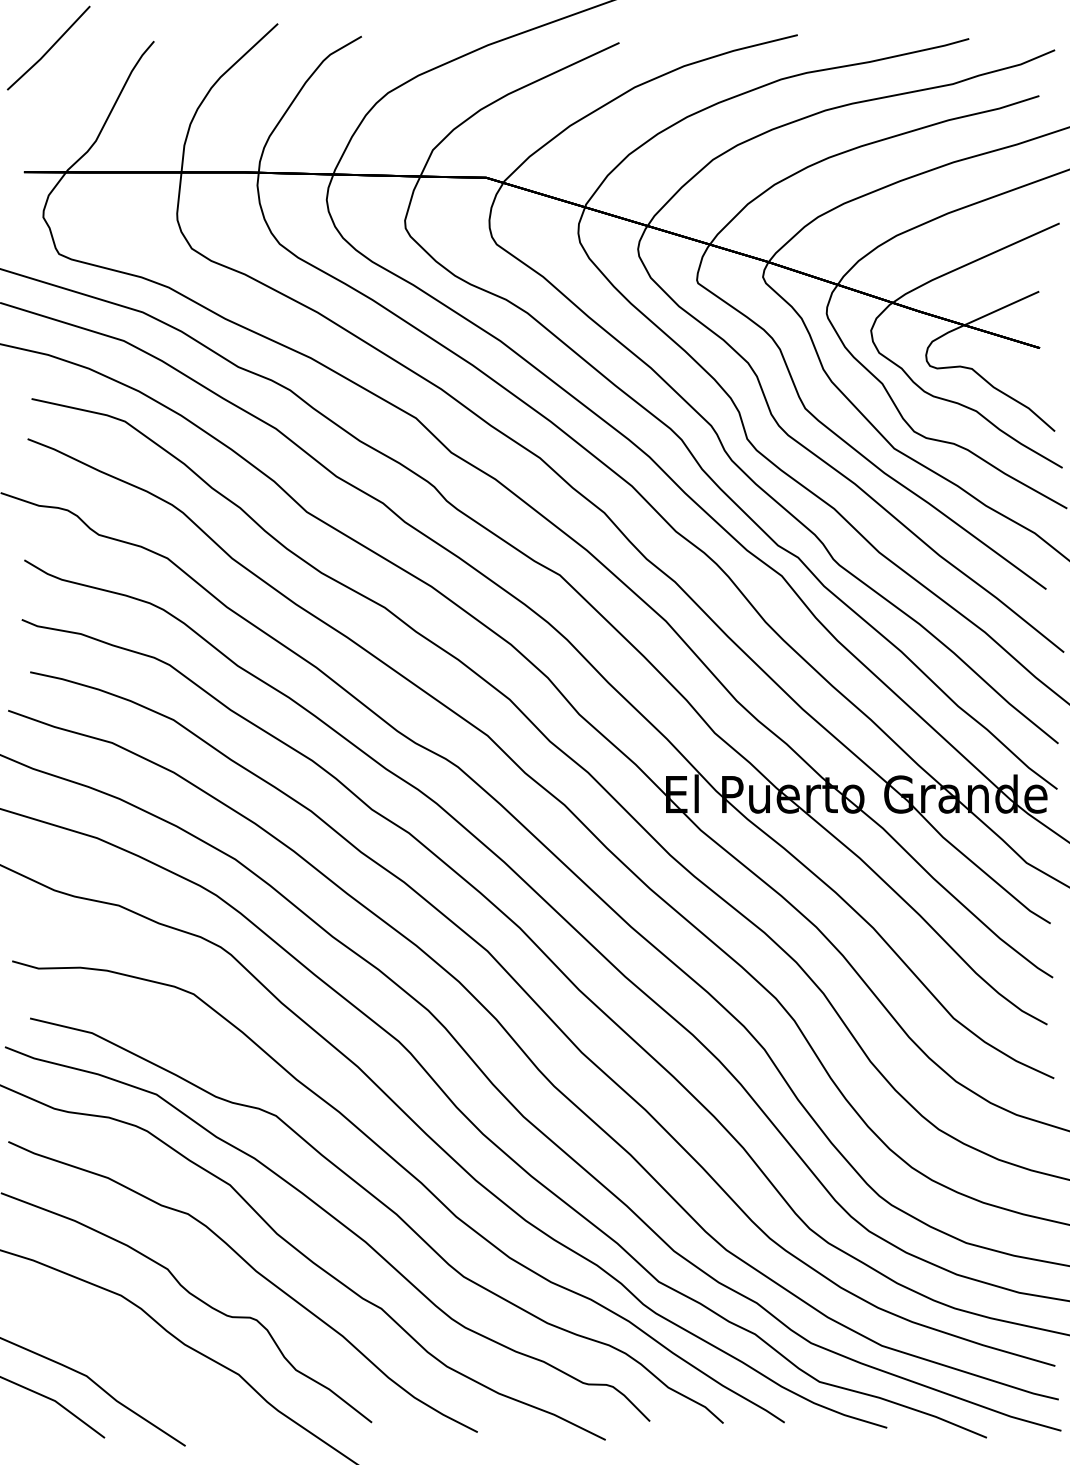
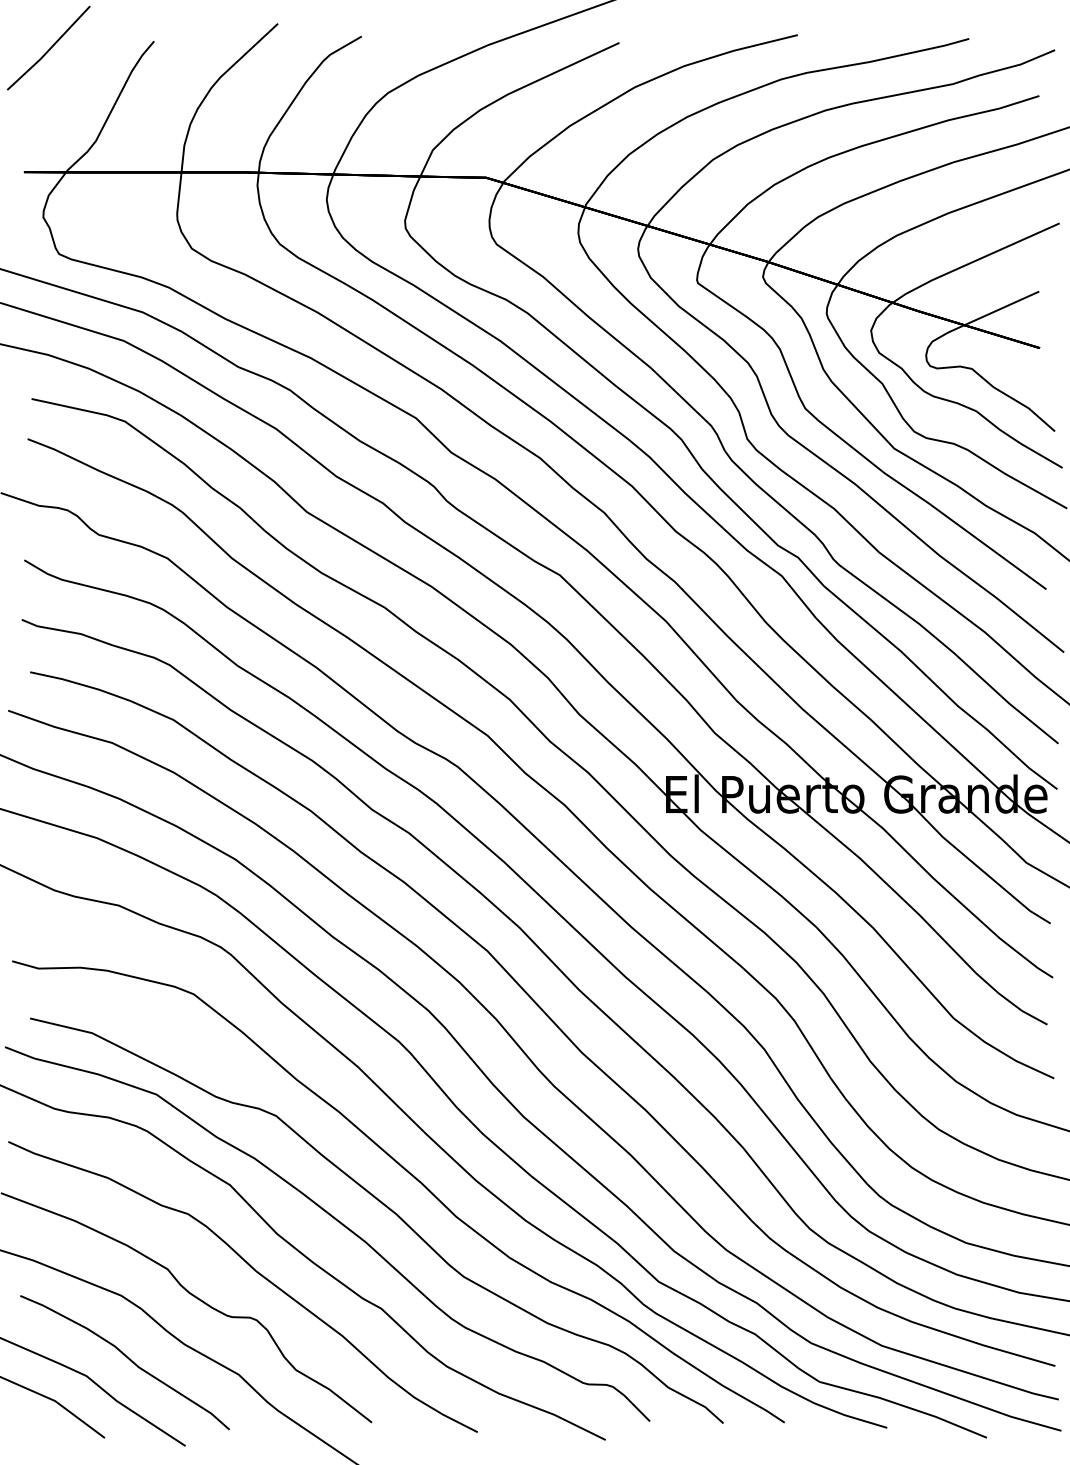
curve at (127, 1358): none -> present
